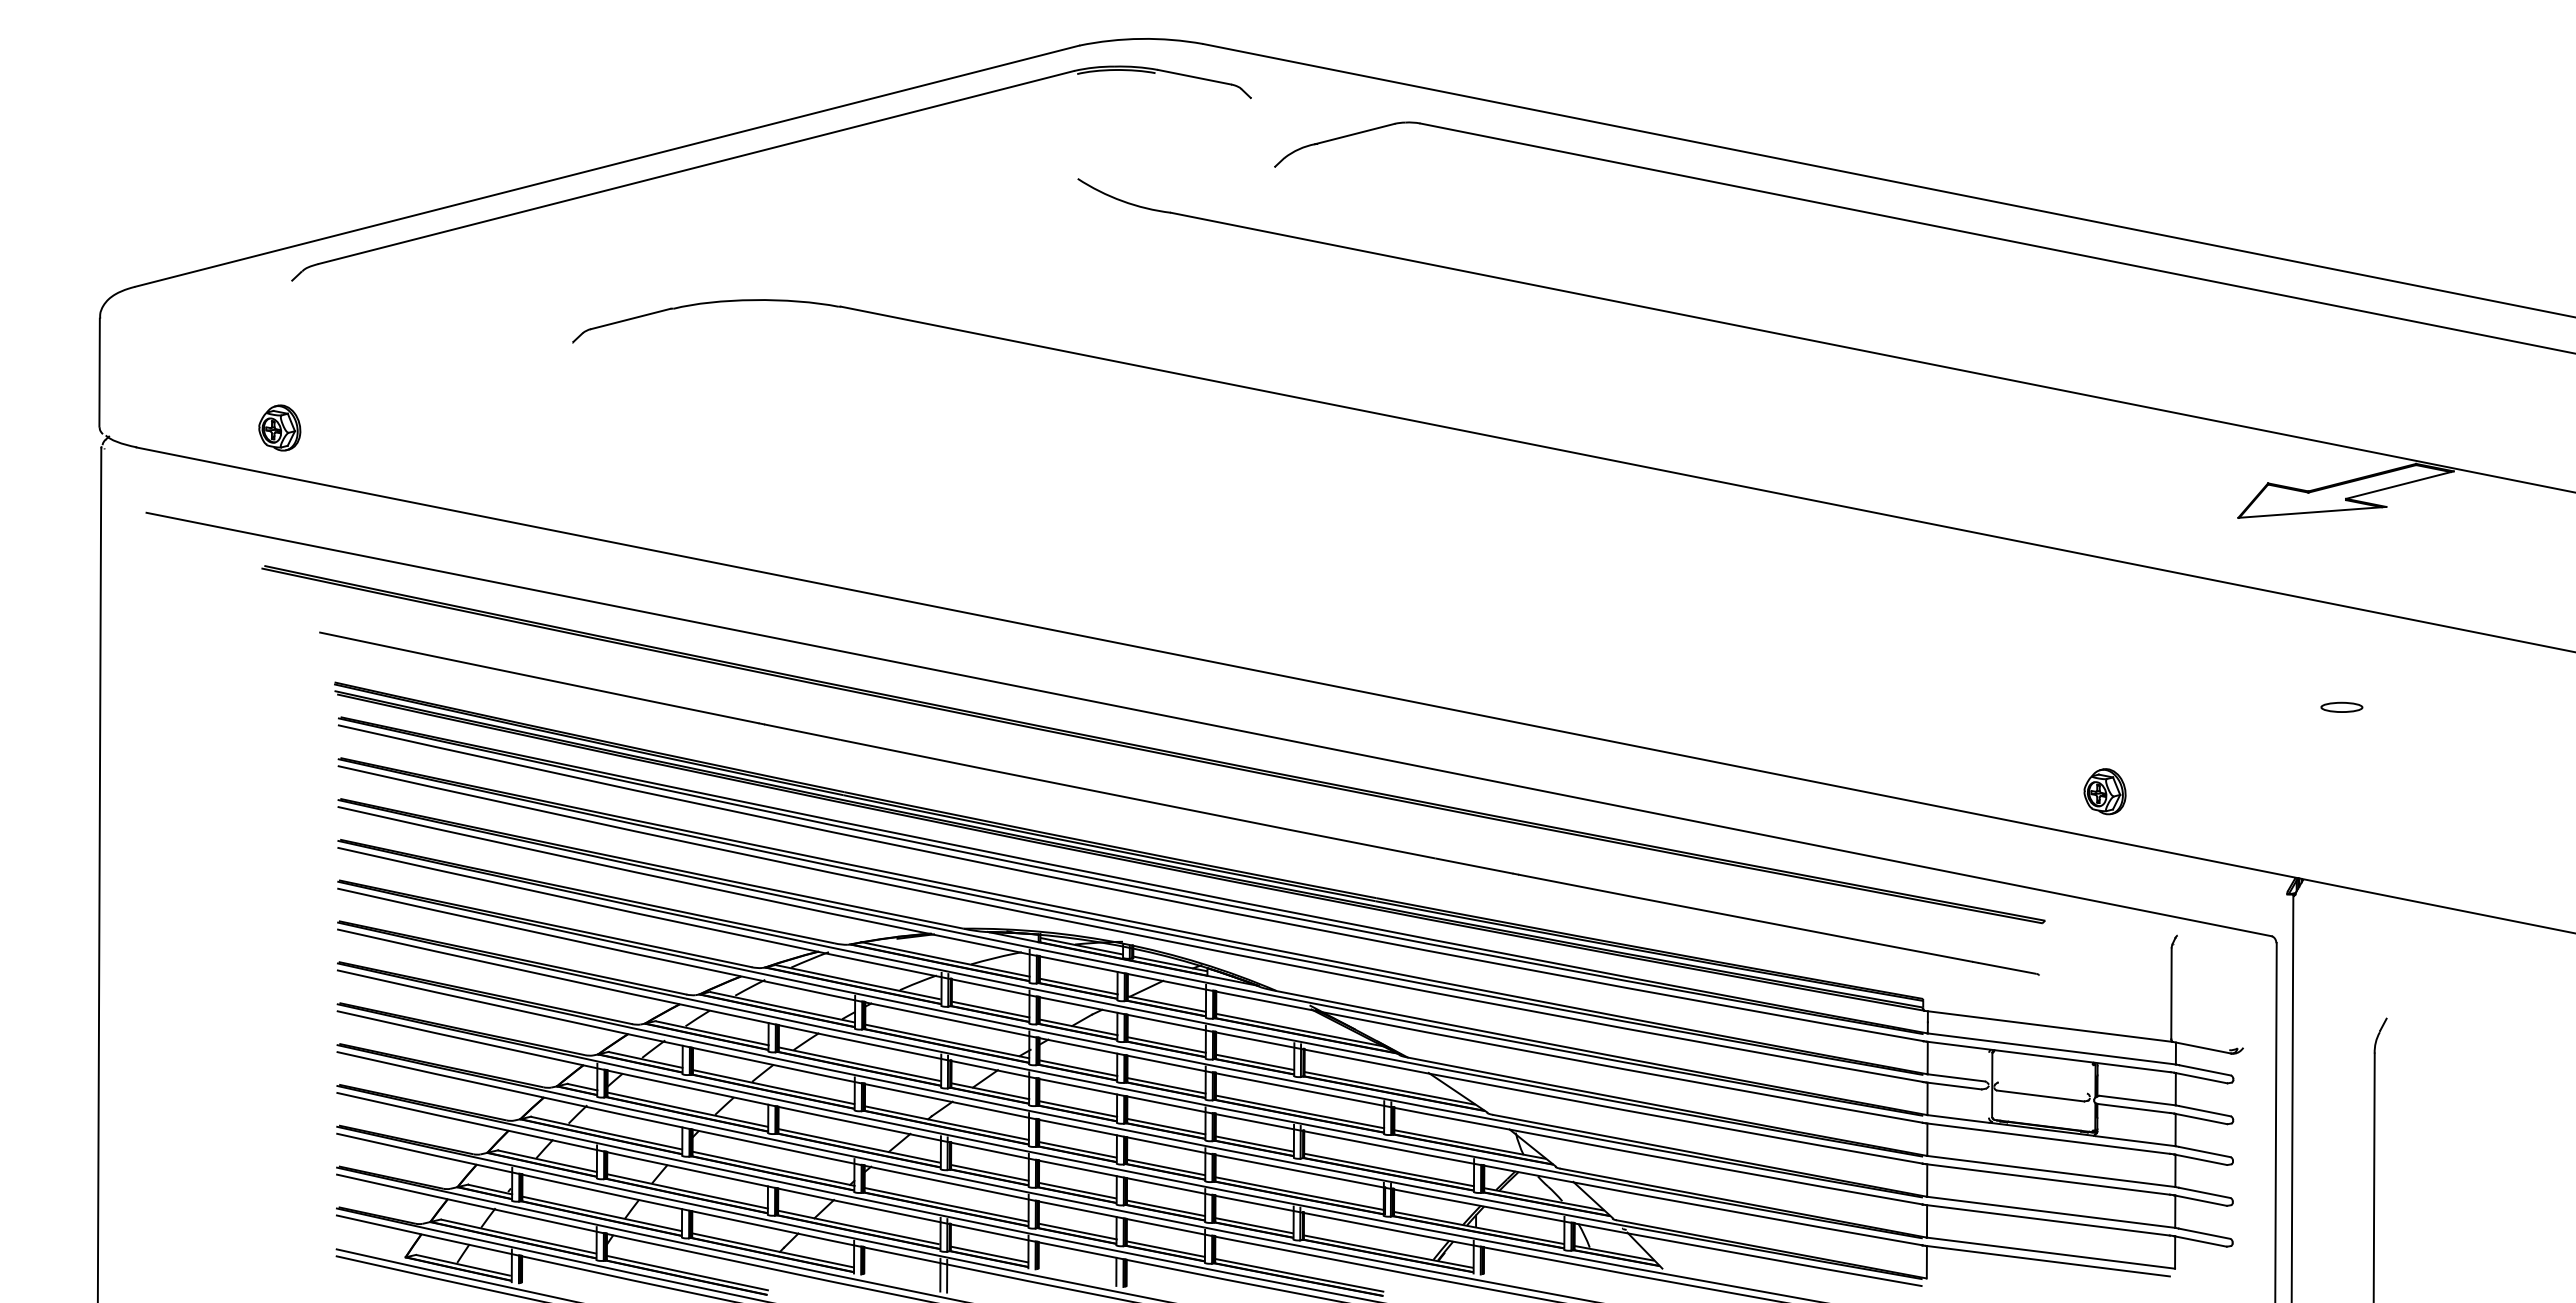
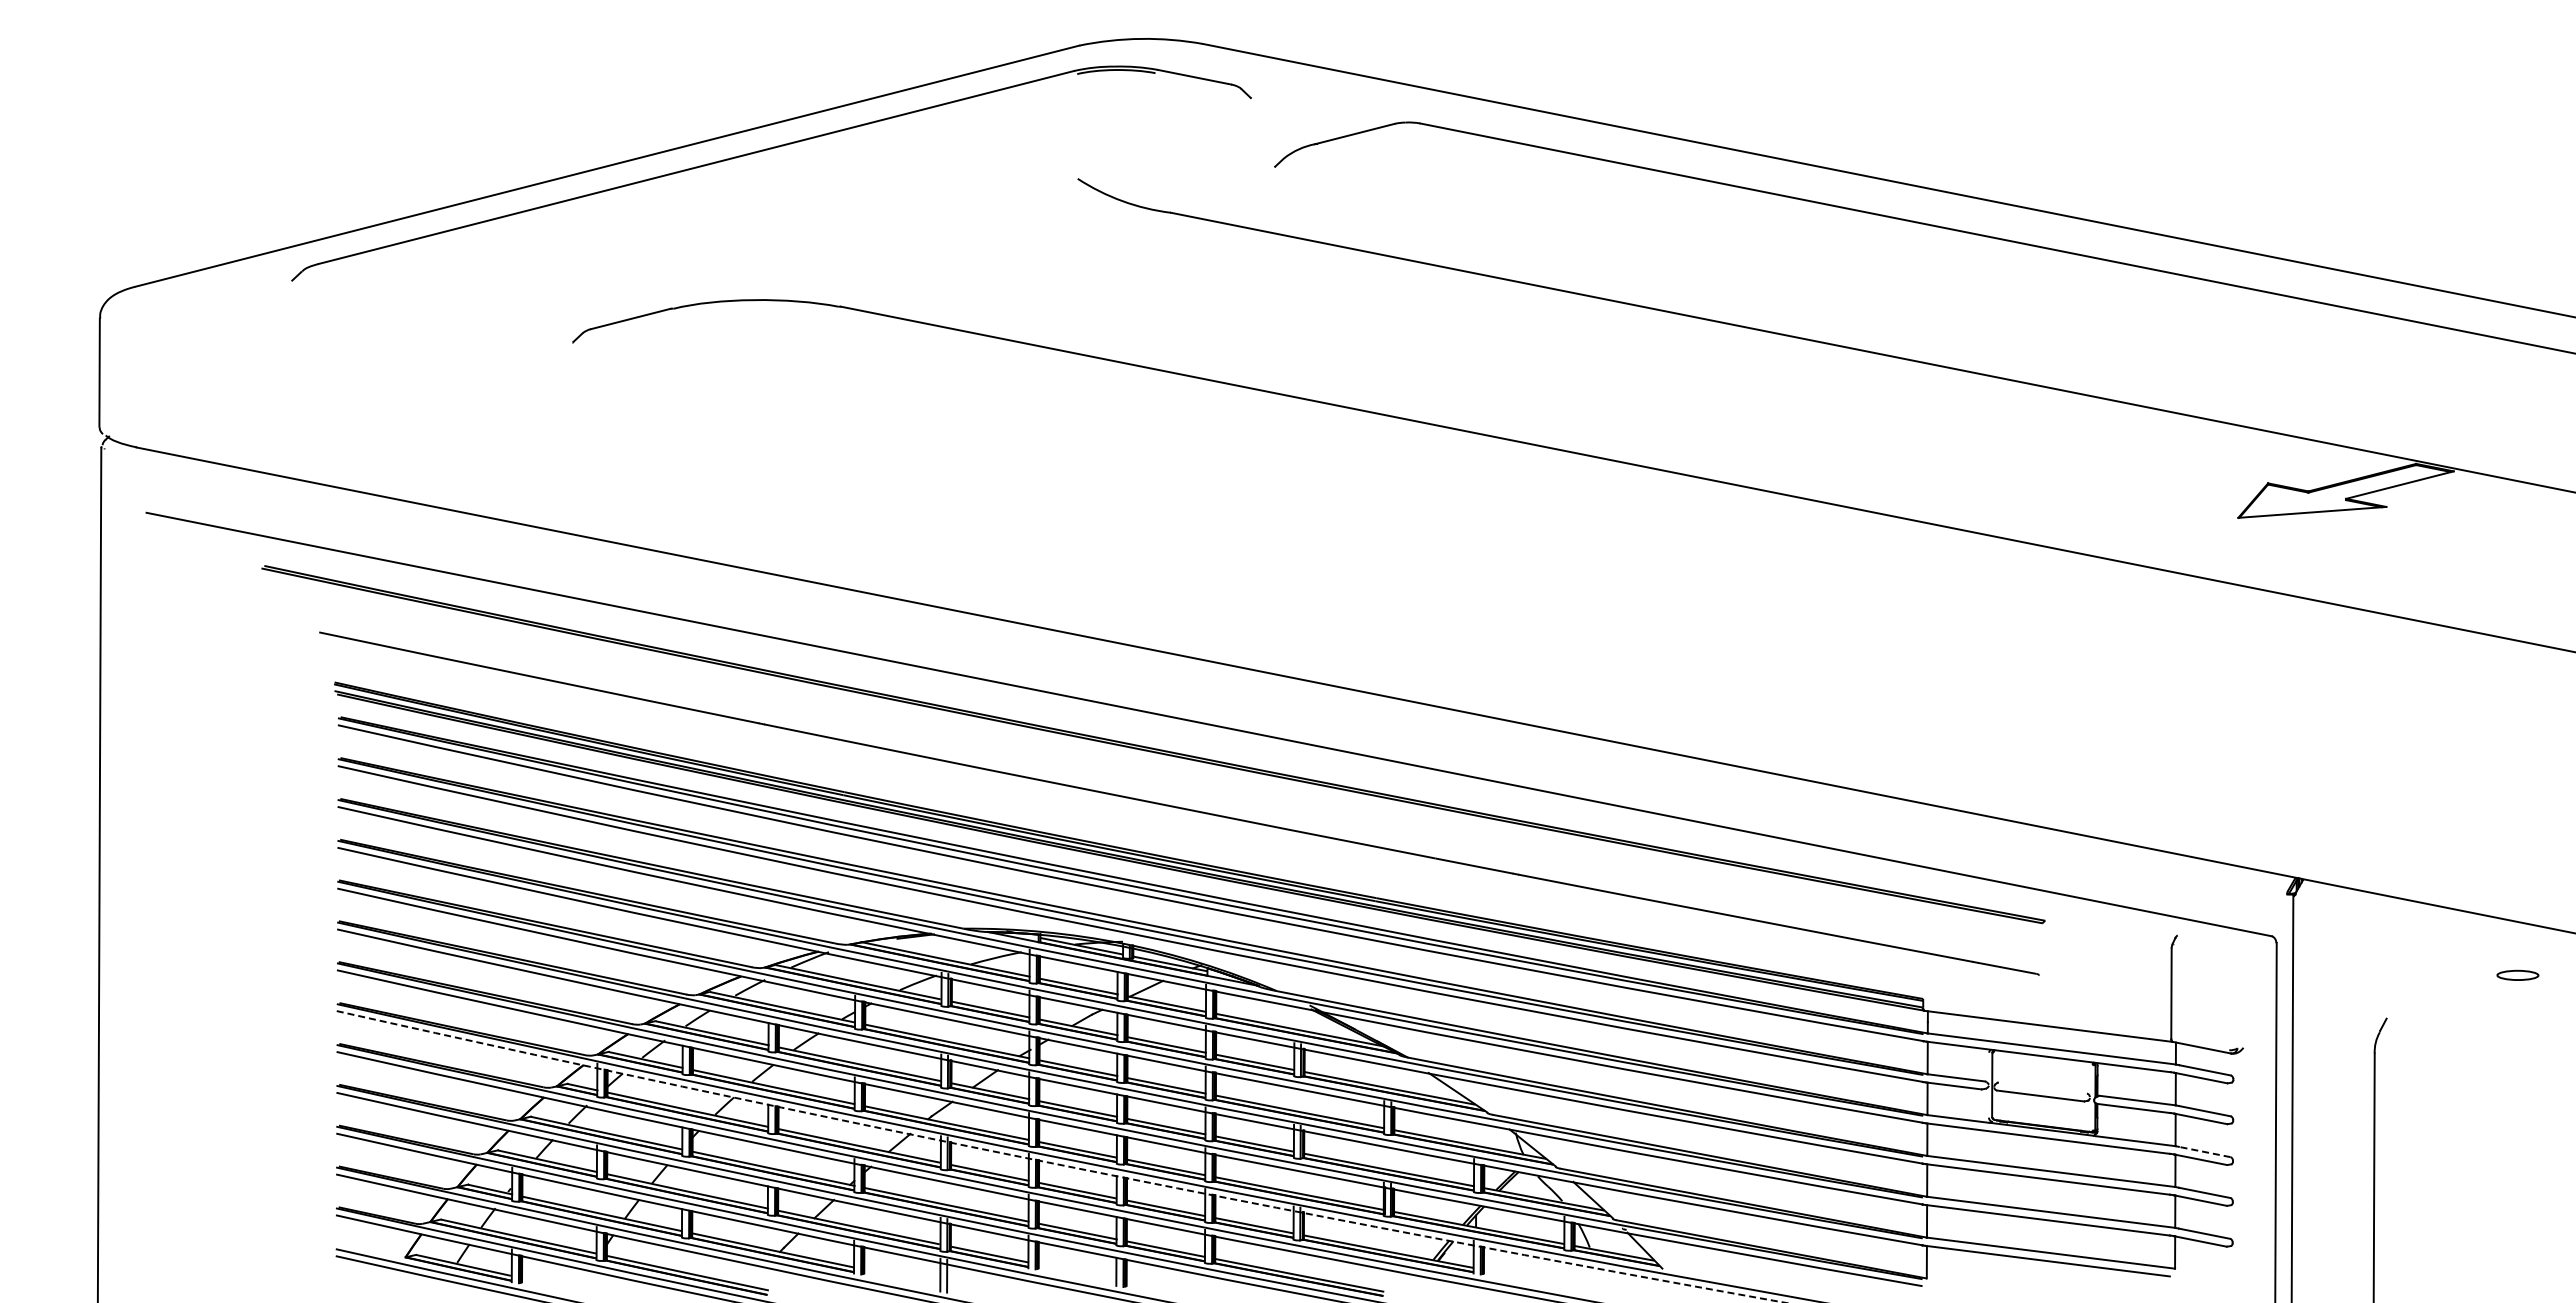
part at (279, 427): present -> none
part at (2341, 706) position: (2341, 706) -> (2517, 974)
part at (2104, 791): present -> none
line at (2204, 1151): solid -> dashed
arc at (1061, 1165): solid -> dashed
